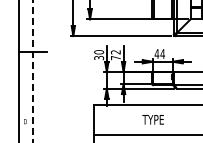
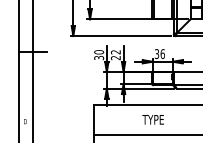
text at (159, 54): 44 -> 36
text at (115, 58): 72 -> 22
line at (32, 71): dashed -> solid
